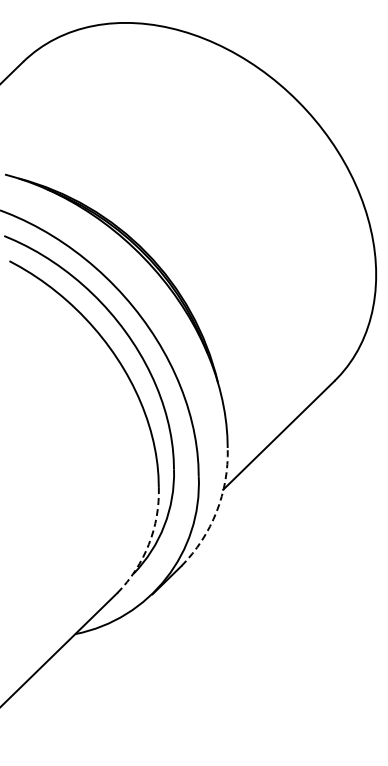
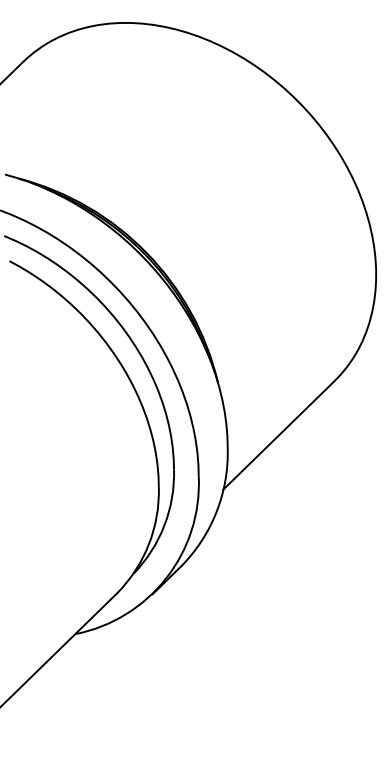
arc at (216, 511): dashed -> solid
arc at (148, 544): dashed -> solid
